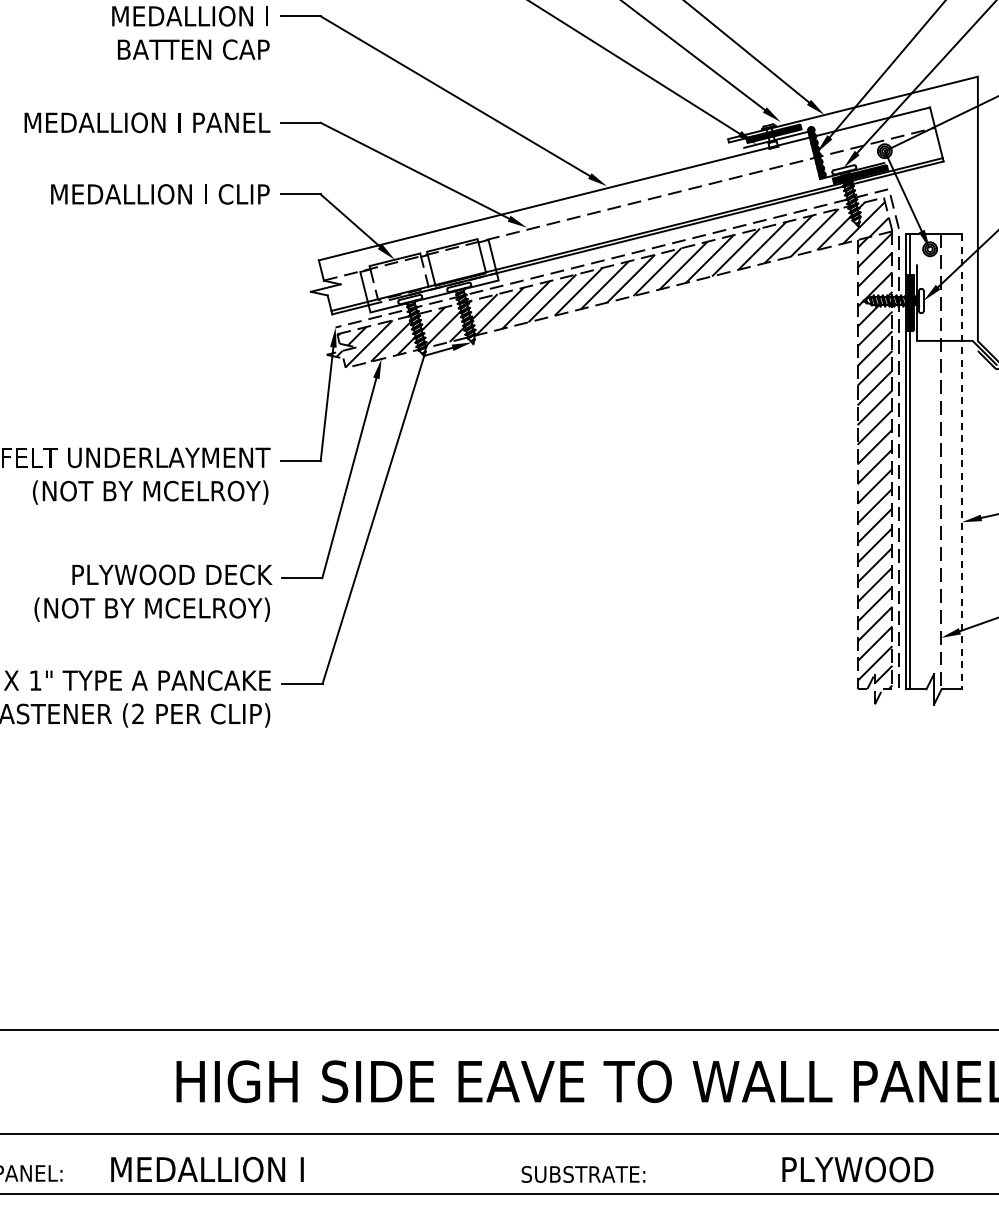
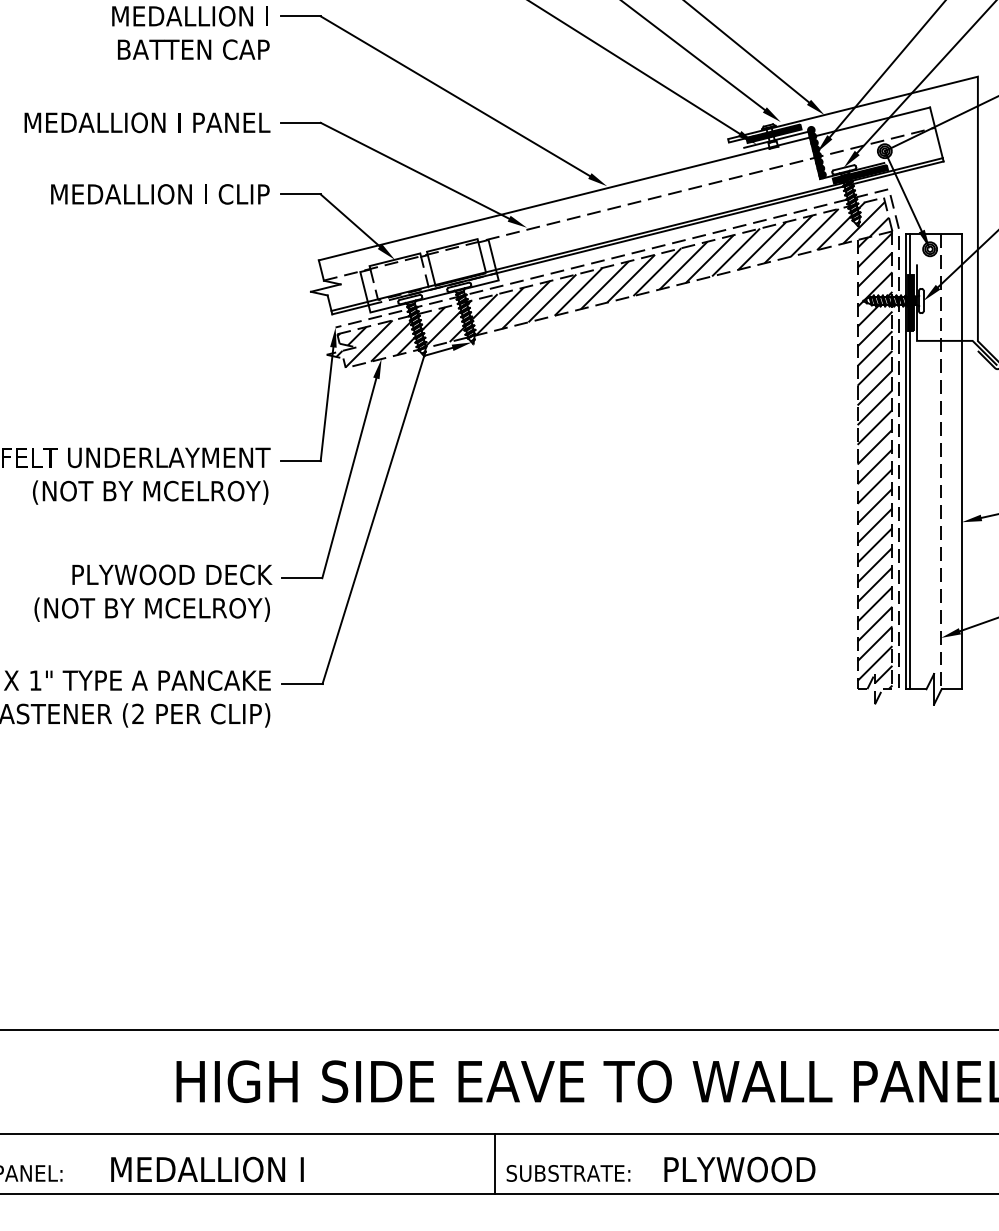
line at (961, 461): dashed -> solid
line at (494, 1163): none -> present
text at (857, 1169) position: (857, 1169) -> (739, 1169)
text at (583, 1174) position: (583, 1174) -> (568, 1173)
